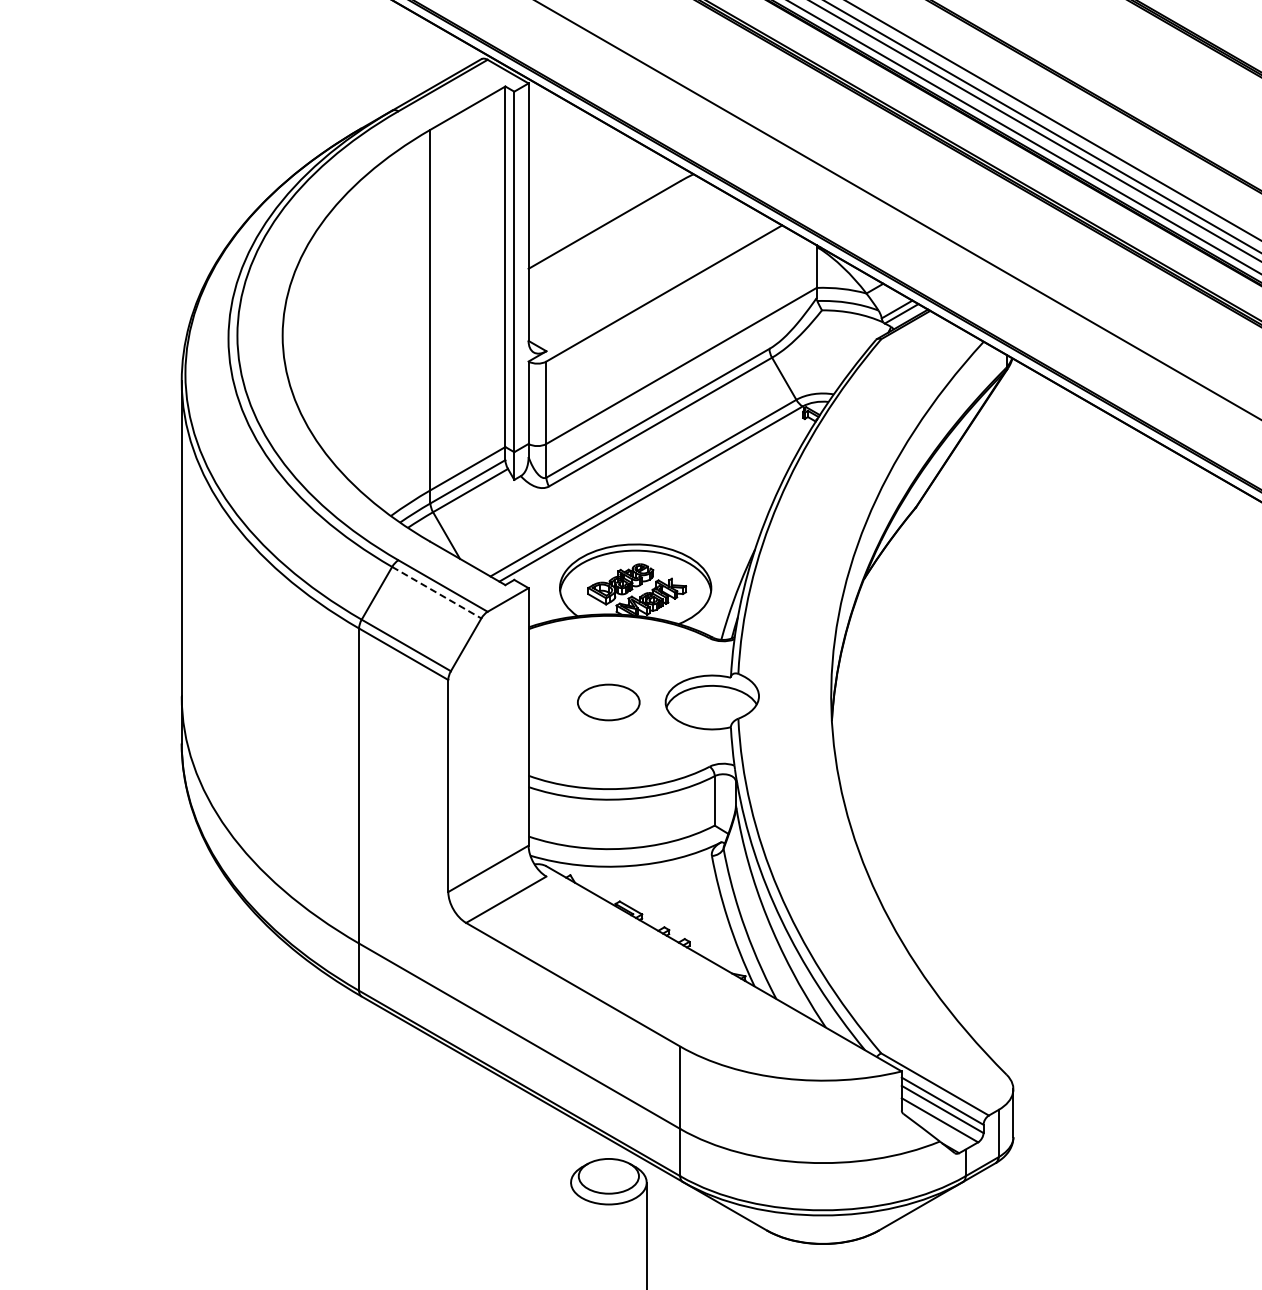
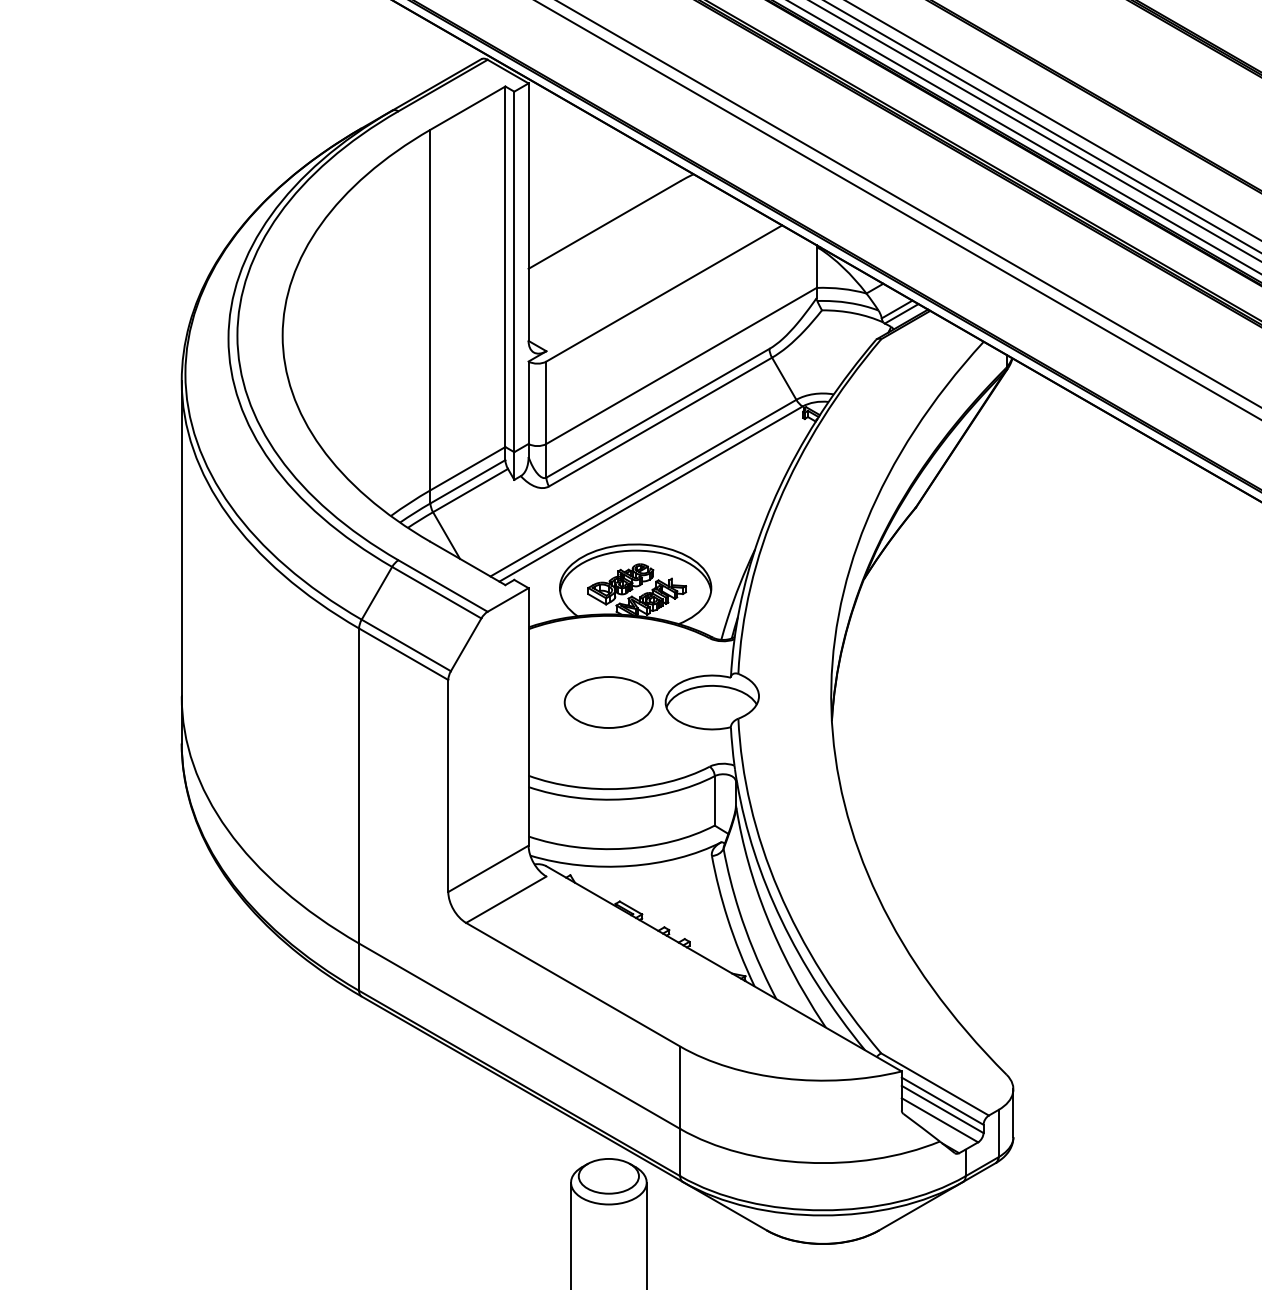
line at (908, 203): none -> present
line at (436, 592): dashed -> solid
part at (608, 702) size: 64x39 px -> 91x53 px
line at (571, 1234): none -> present
